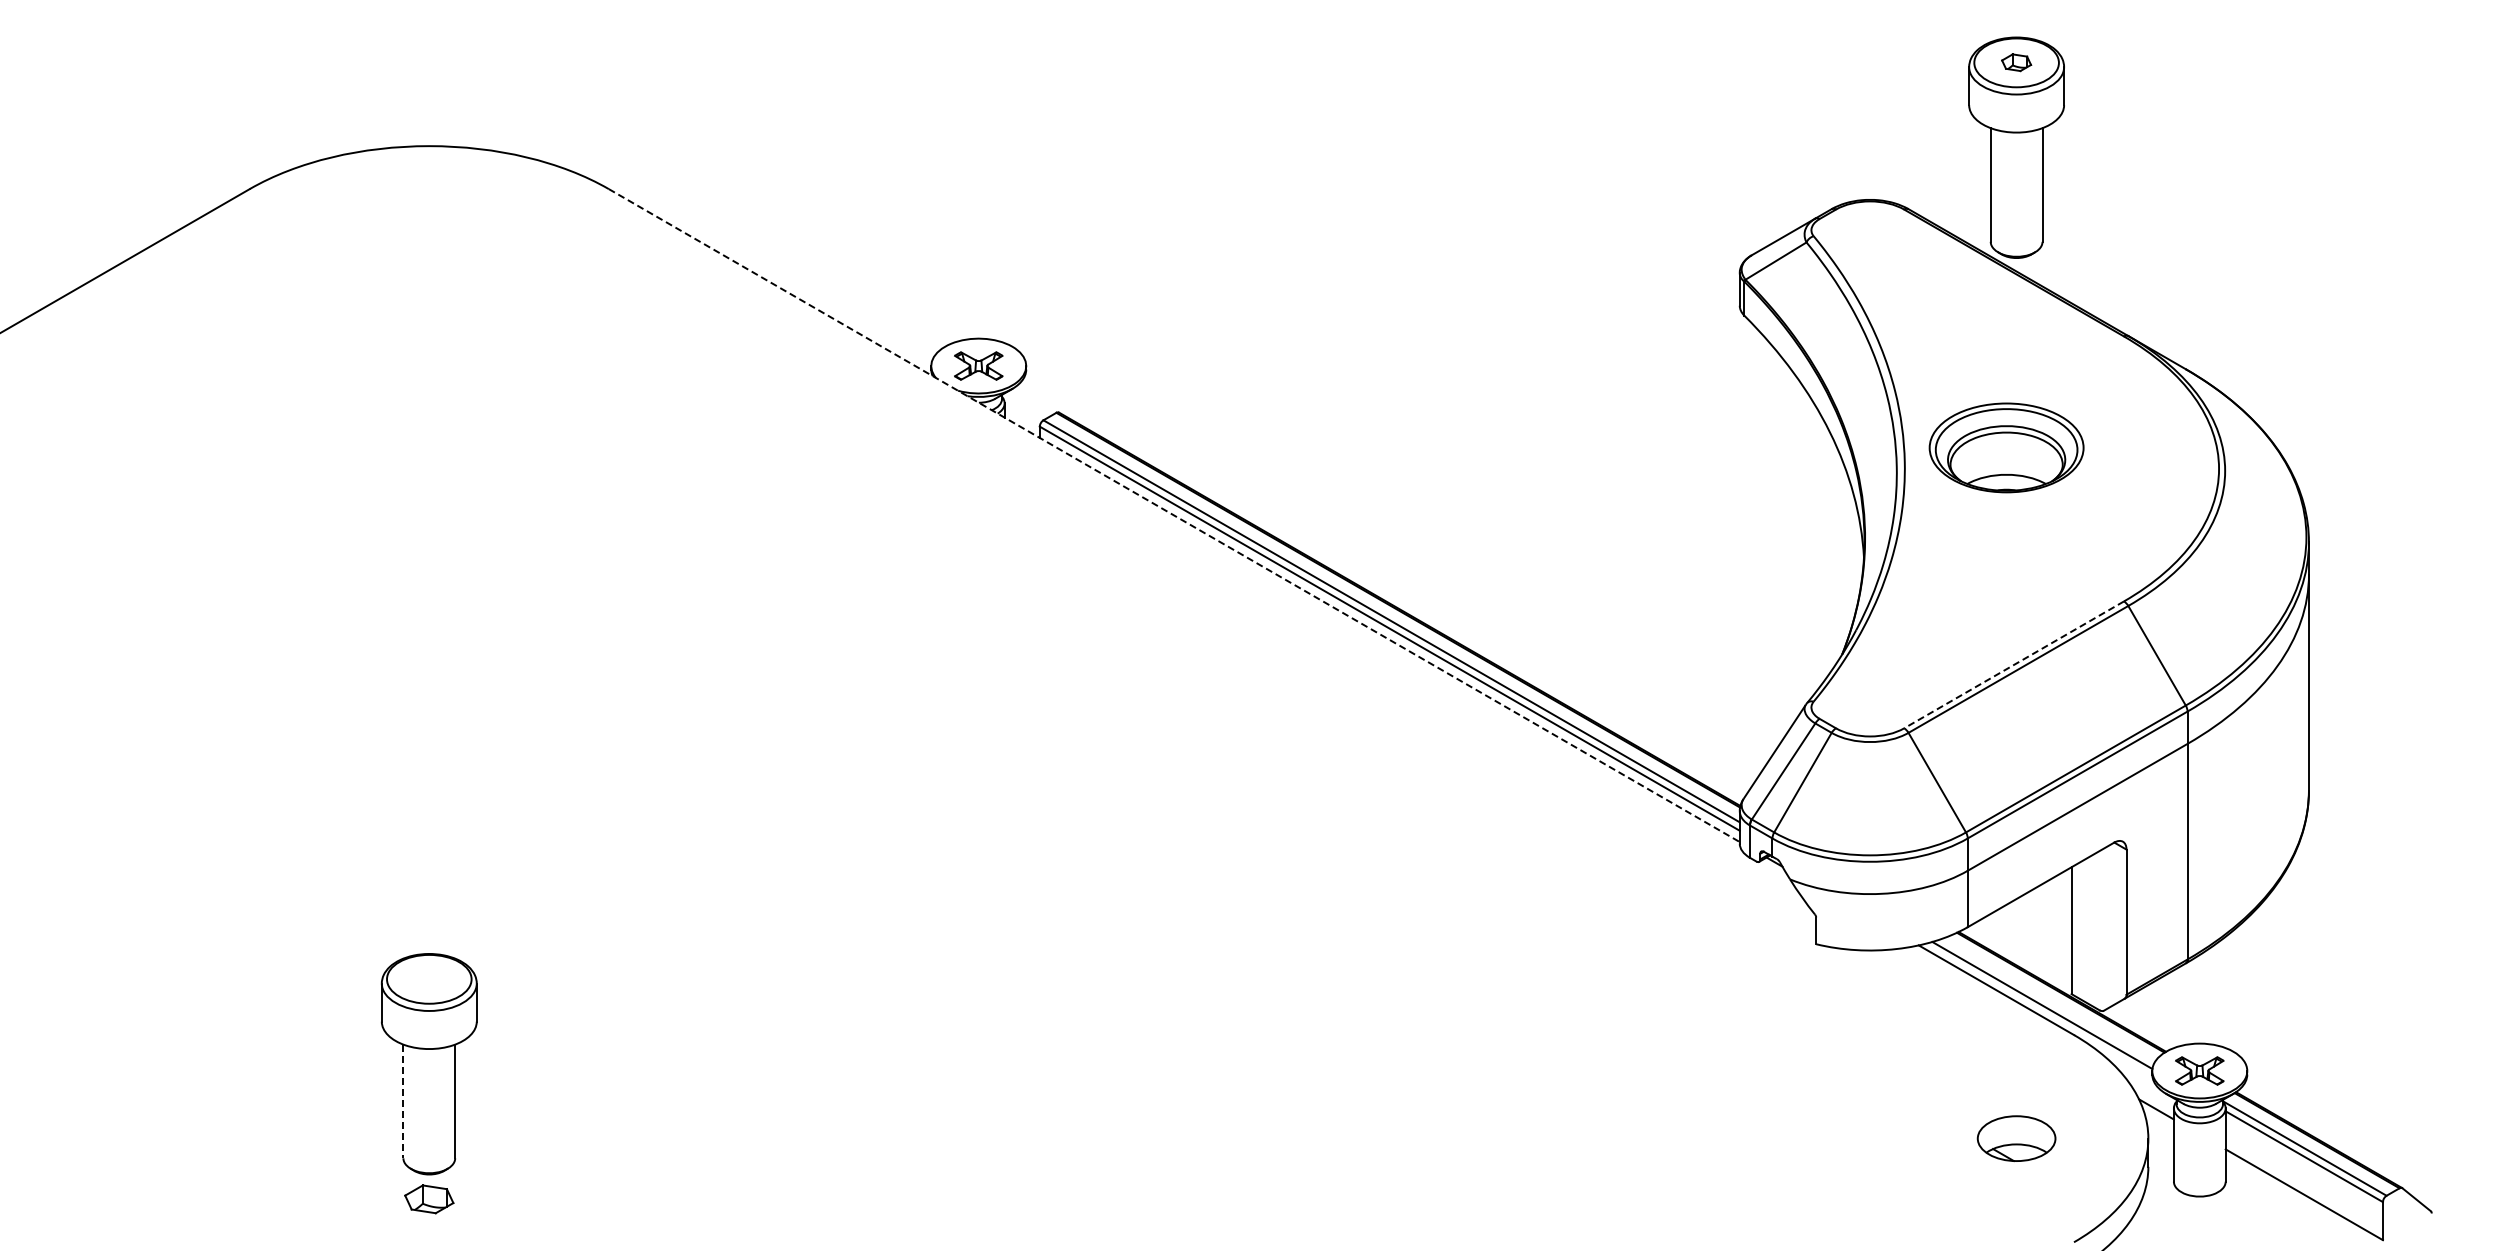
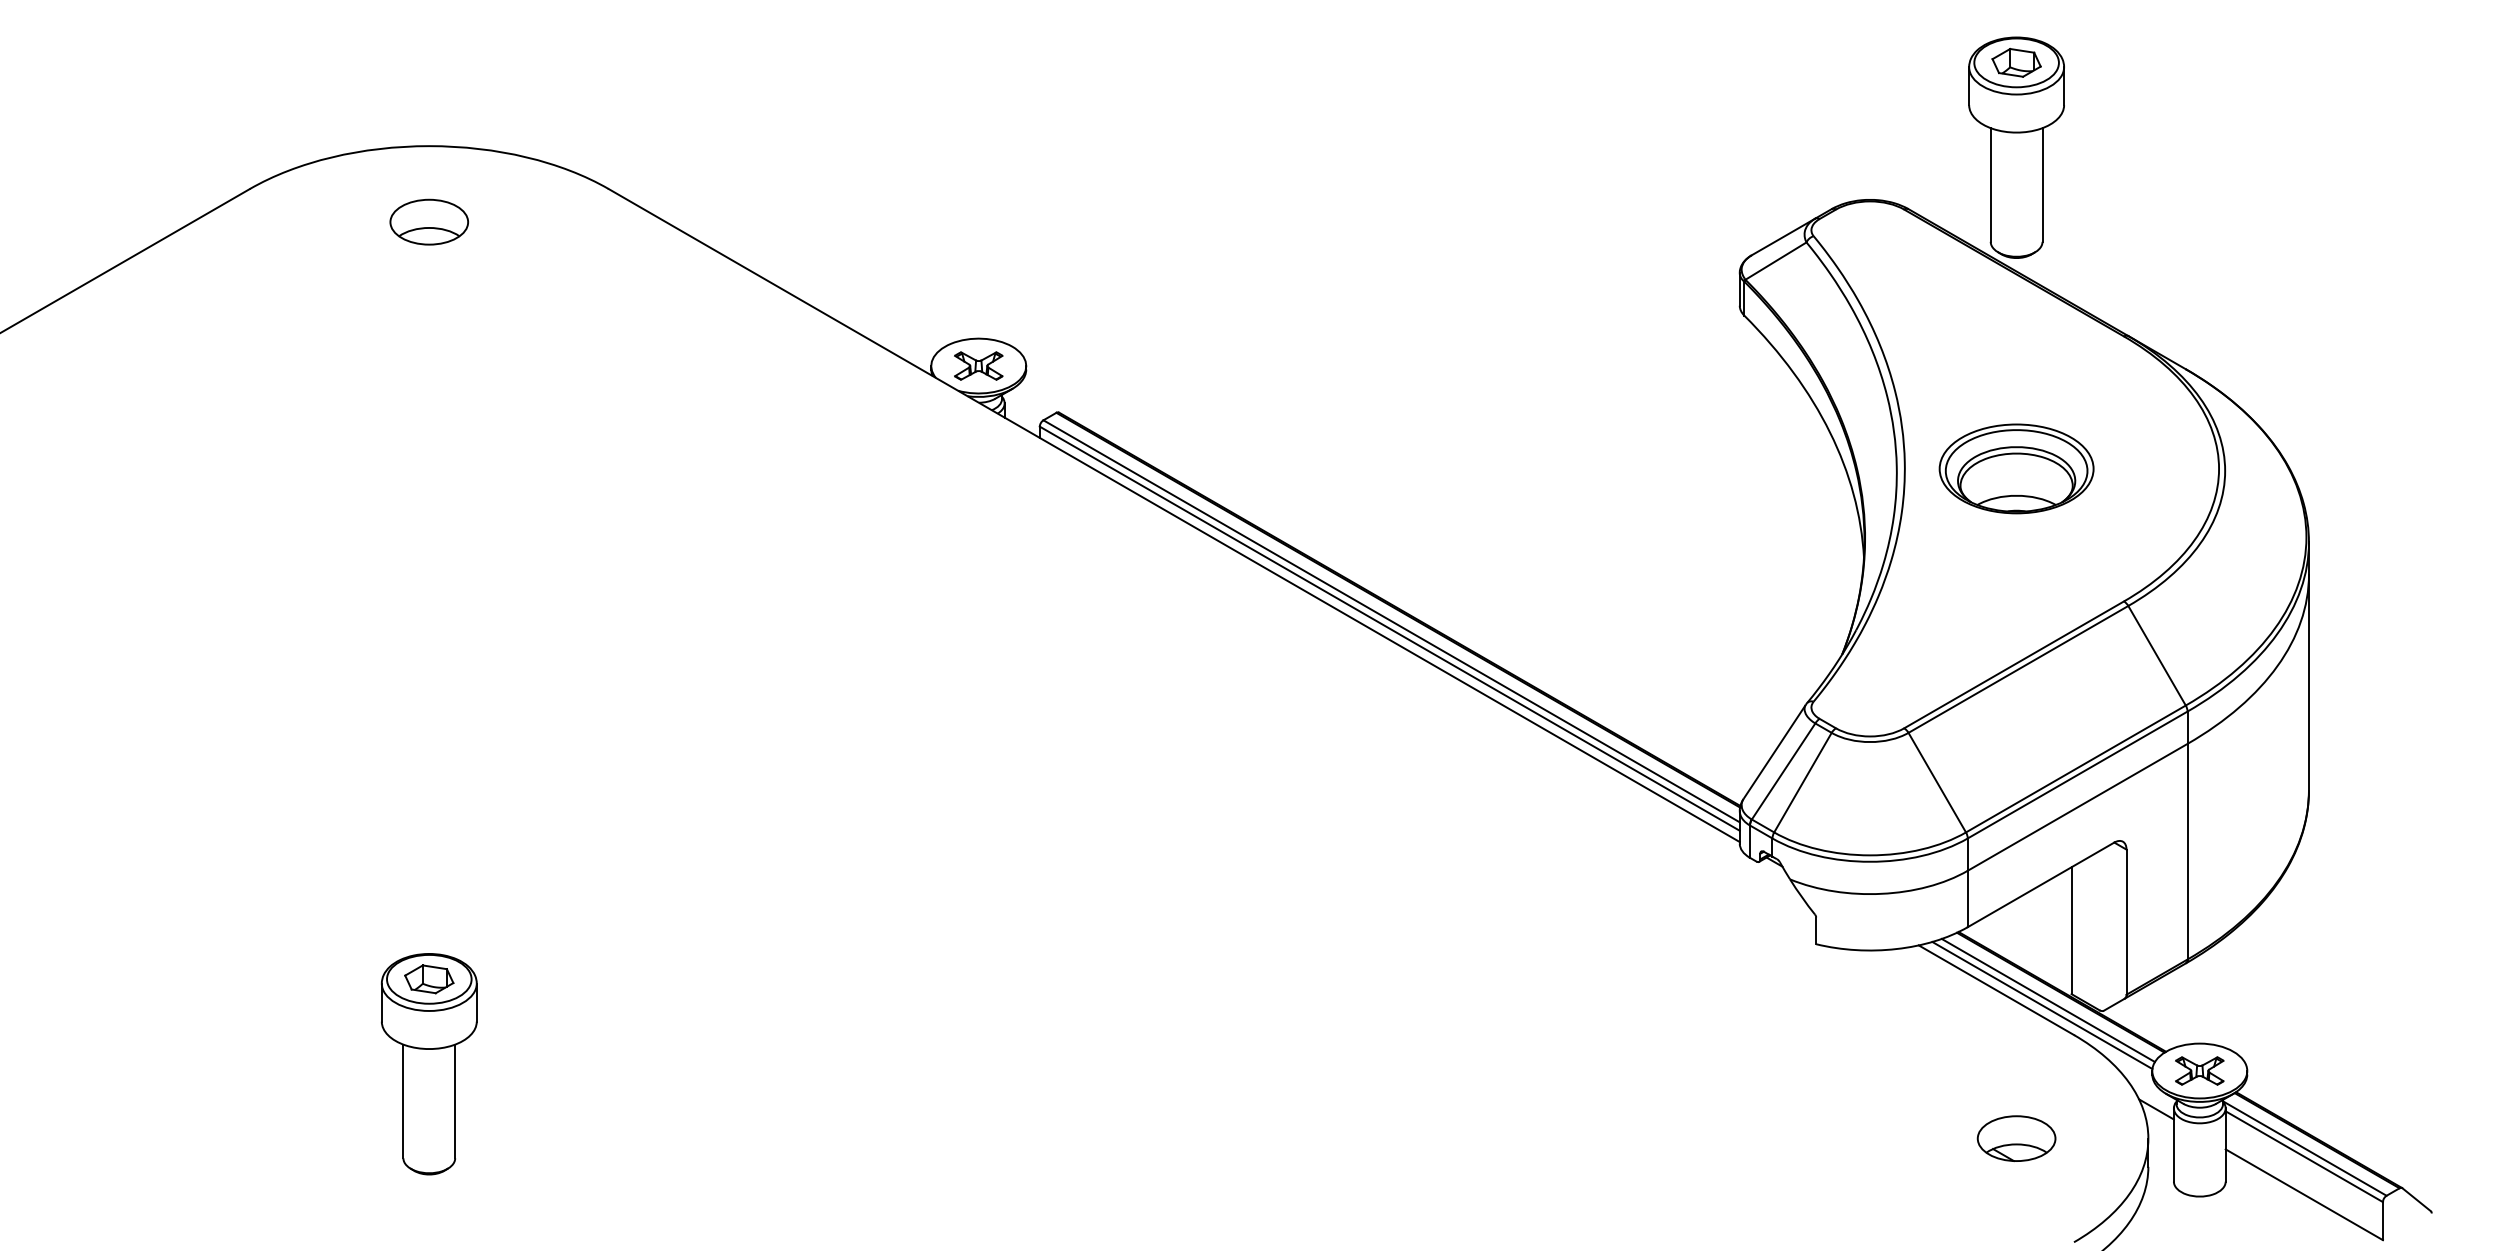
part at (2016, 62) size: 32x20 px -> 51x31 px
part at (428, 221): none -> present
part at (2006, 447) position: (2006, 447) -> (2016, 468)
line at (1174, 515): dashed -> solid
line at (2014, 664): dashed -> solid
line at (2047, 1000): none -> present
line at (403, 1101): dashed -> solid
part at (429, 1199) position: (429, 1199) -> (429, 979)
